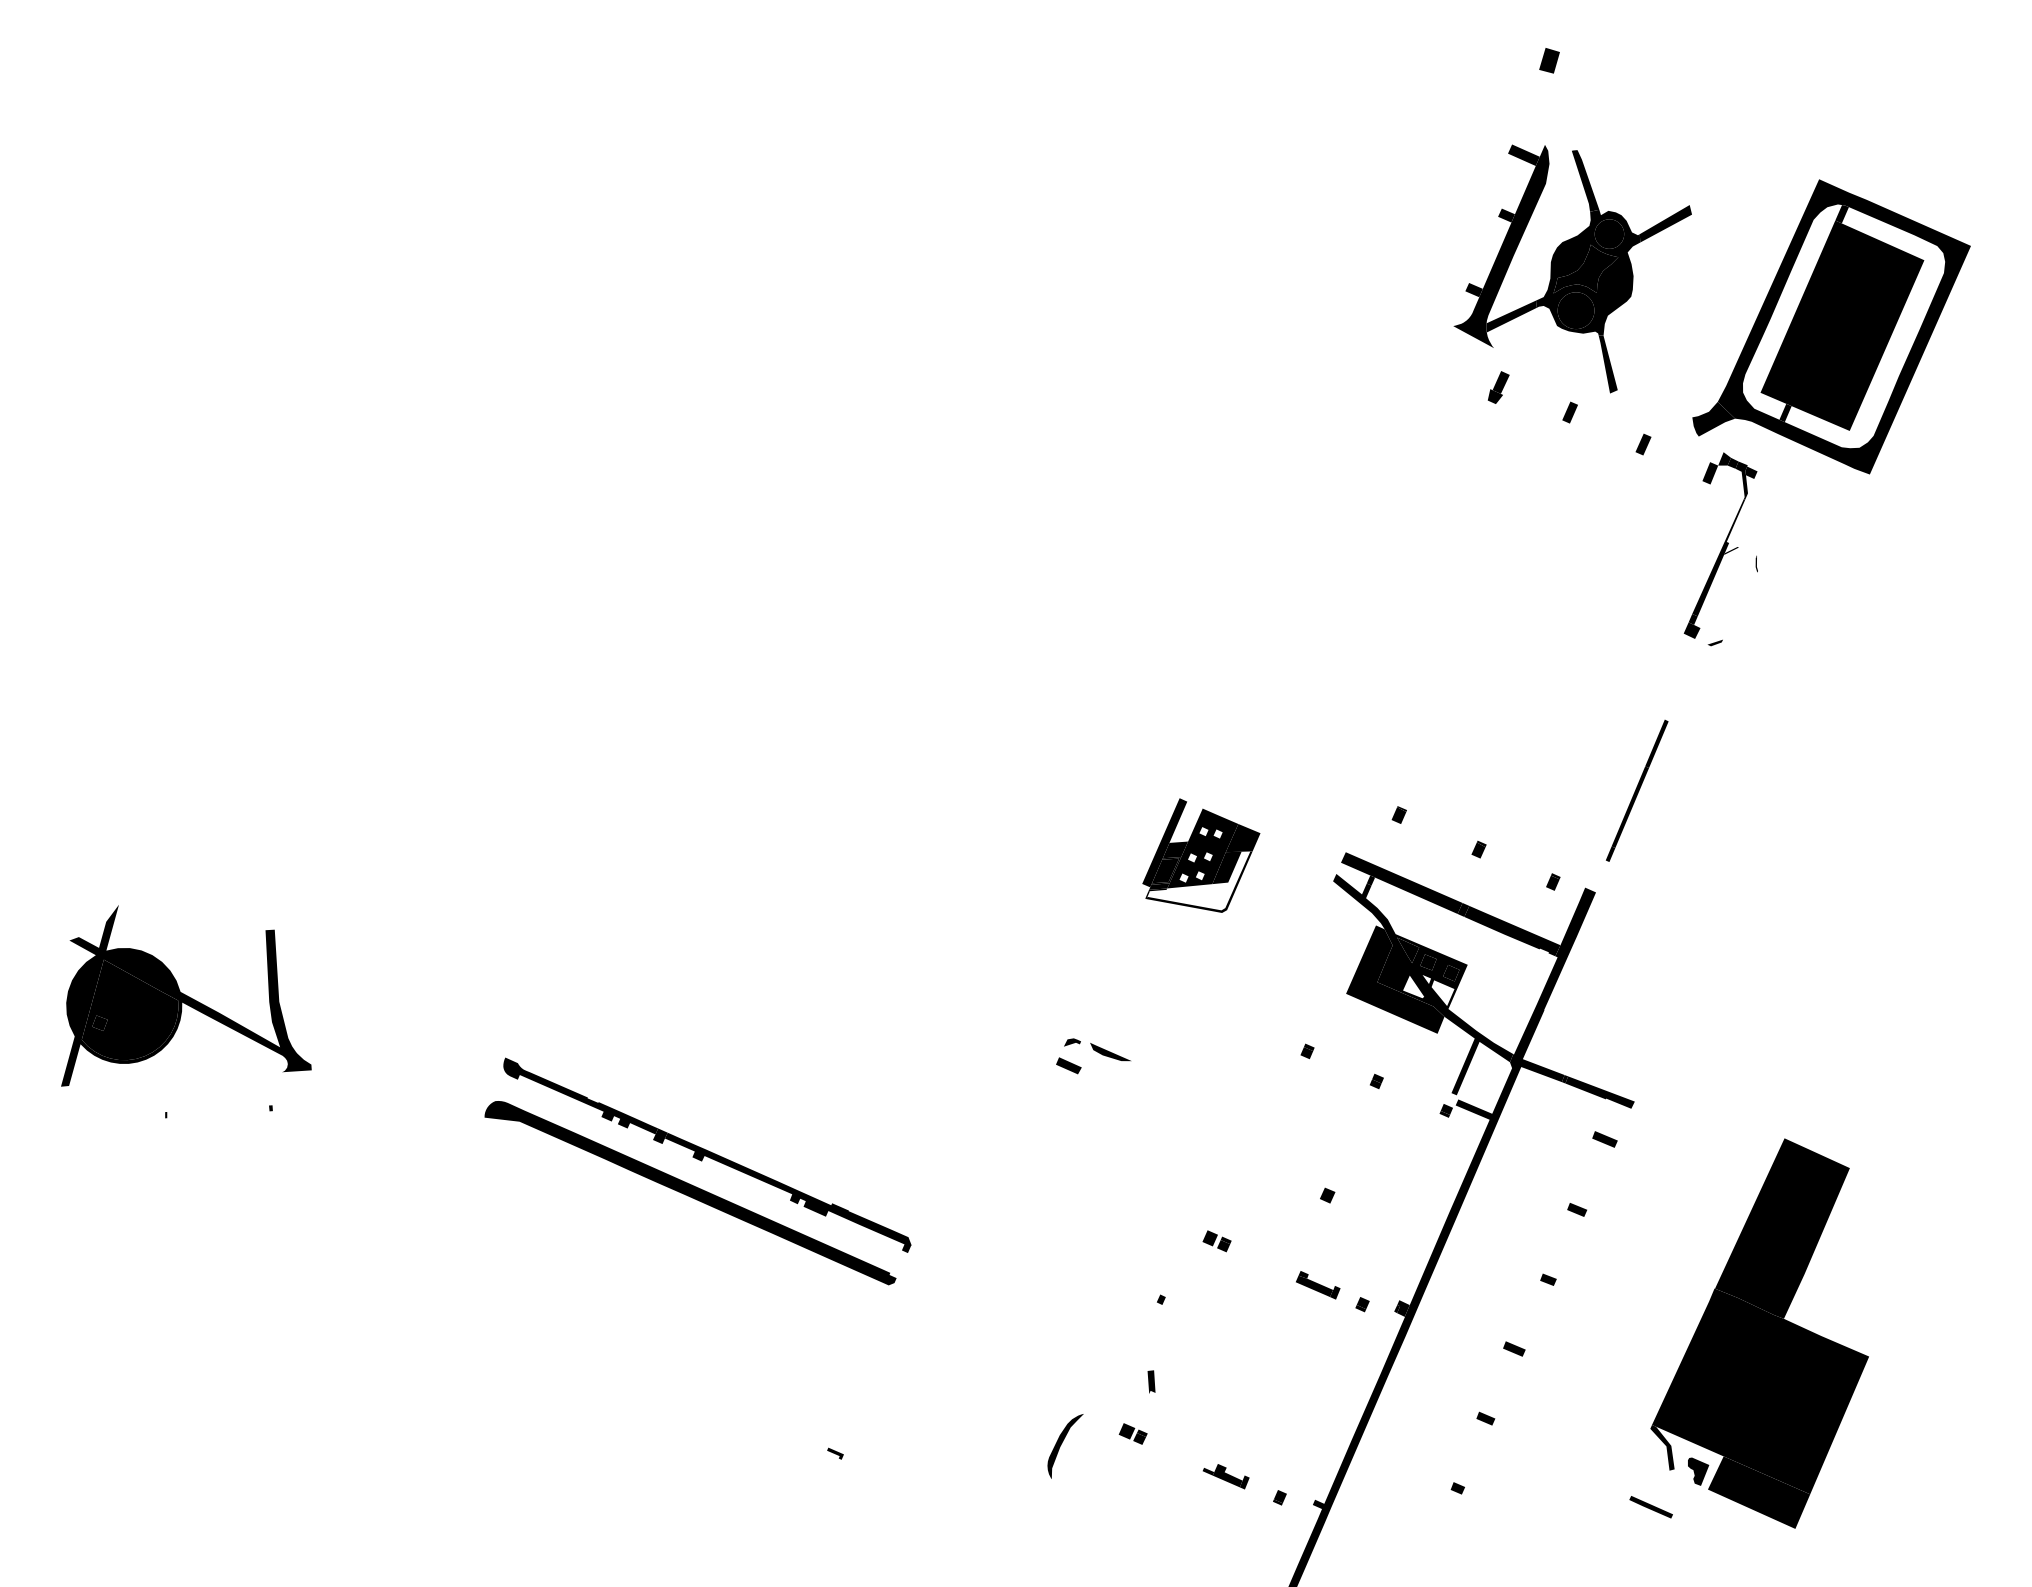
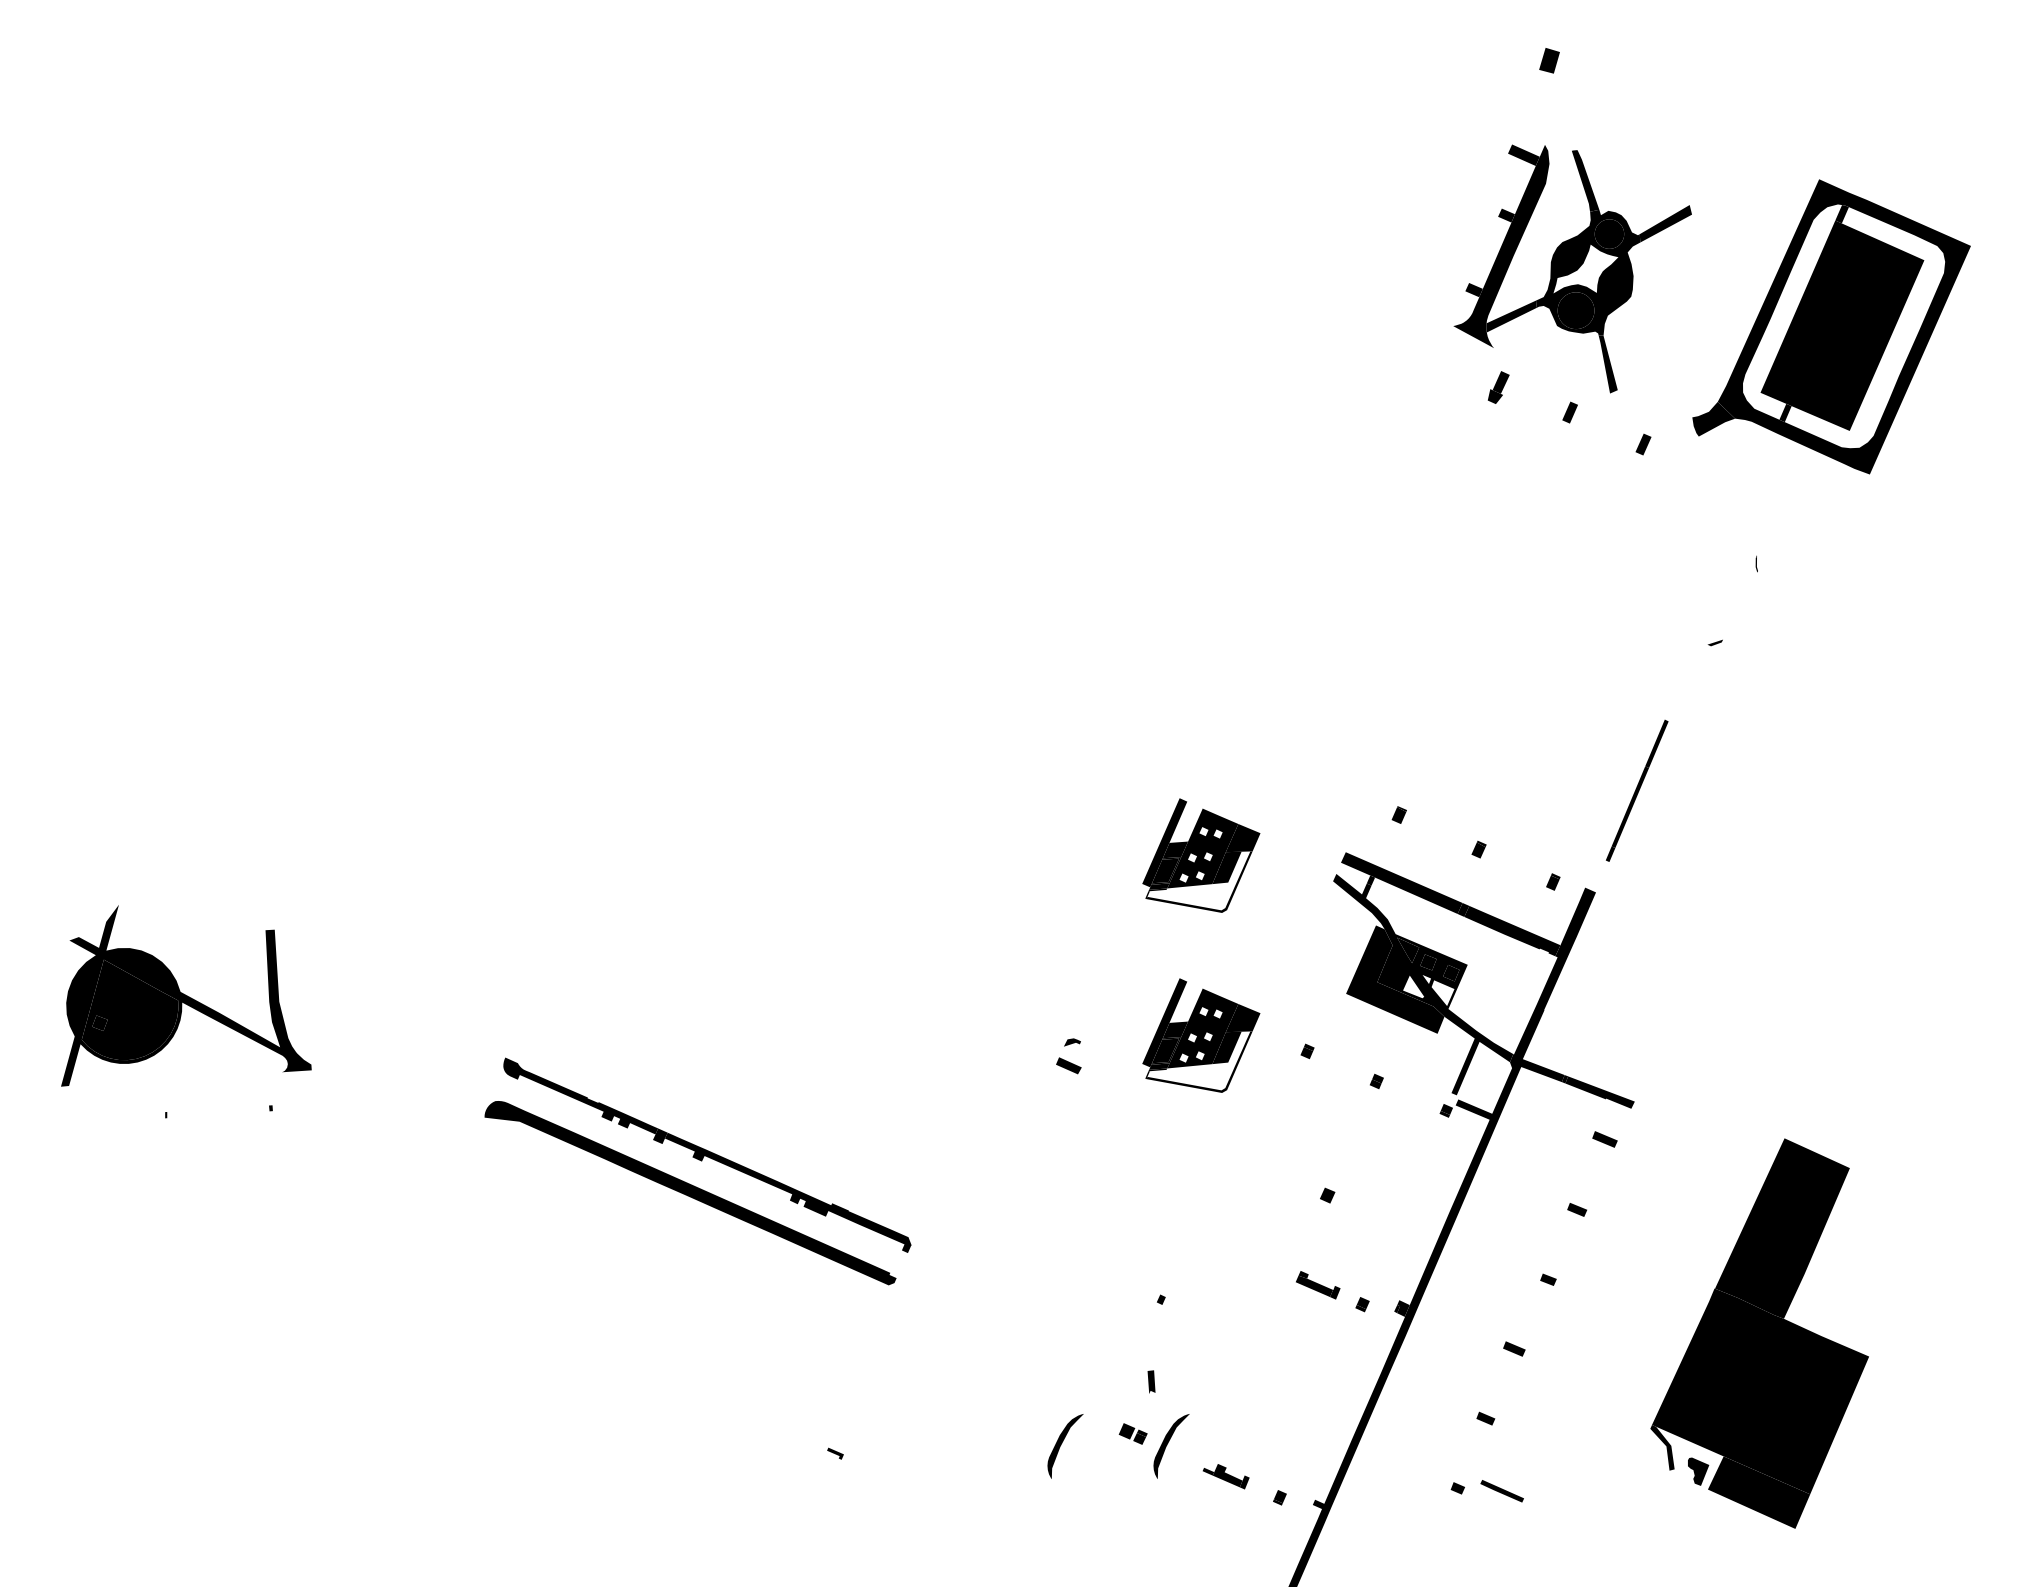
fill at (1585, 268): present -> none
part at (1720, 545): present -> none
part at (1201, 1035): none -> present
part at (1110, 1052): present -> none
part at (1216, 1241): present -> none
part at (1171, 1446): none -> present
part at (1650, 1507) position: (1650, 1507) -> (1501, 1491)
